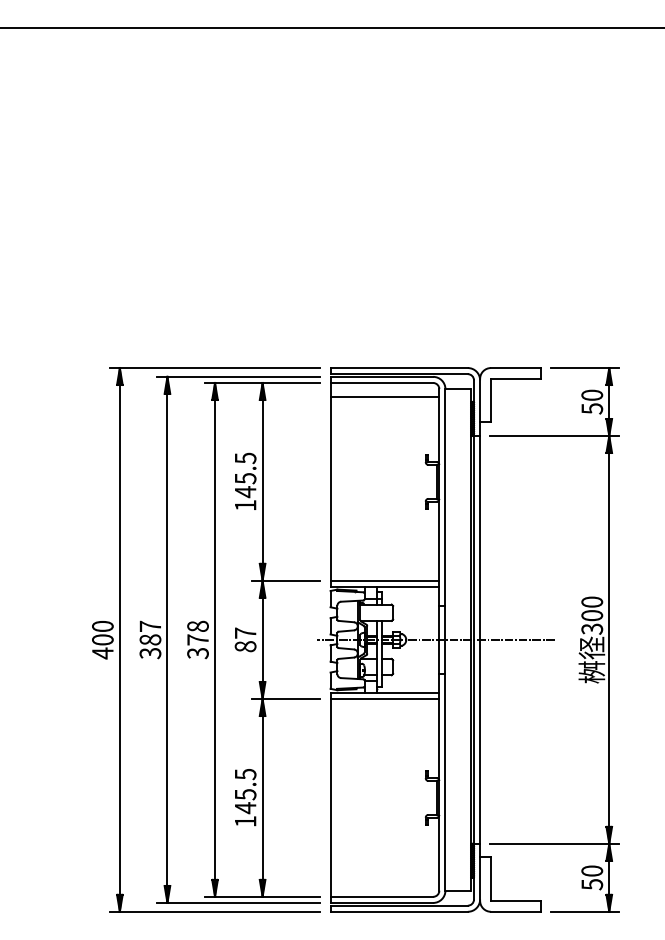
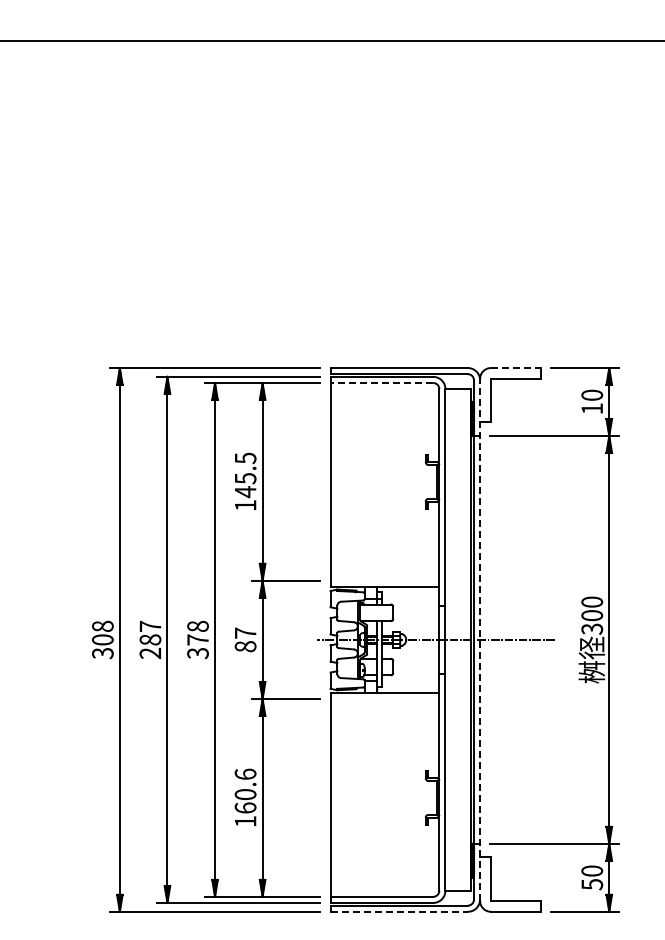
line at (331, 28) position: (331, 28) -> (331, 41)
line at (516, 368): solid -> dashed
line at (381, 382): solid -> dashed
line at (384, 397): present -> none
text at (592, 408): 50 -> 10
line at (384, 580): present -> none
text at (102, 639): 400 -> 308
line at (480, 639): solid -> dashed
text at (150, 653): 387 -> 287
line at (384, 699): present -> none
text at (245, 791): 145.5 -> 160.6
line at (399, 911): solid -> dashed
